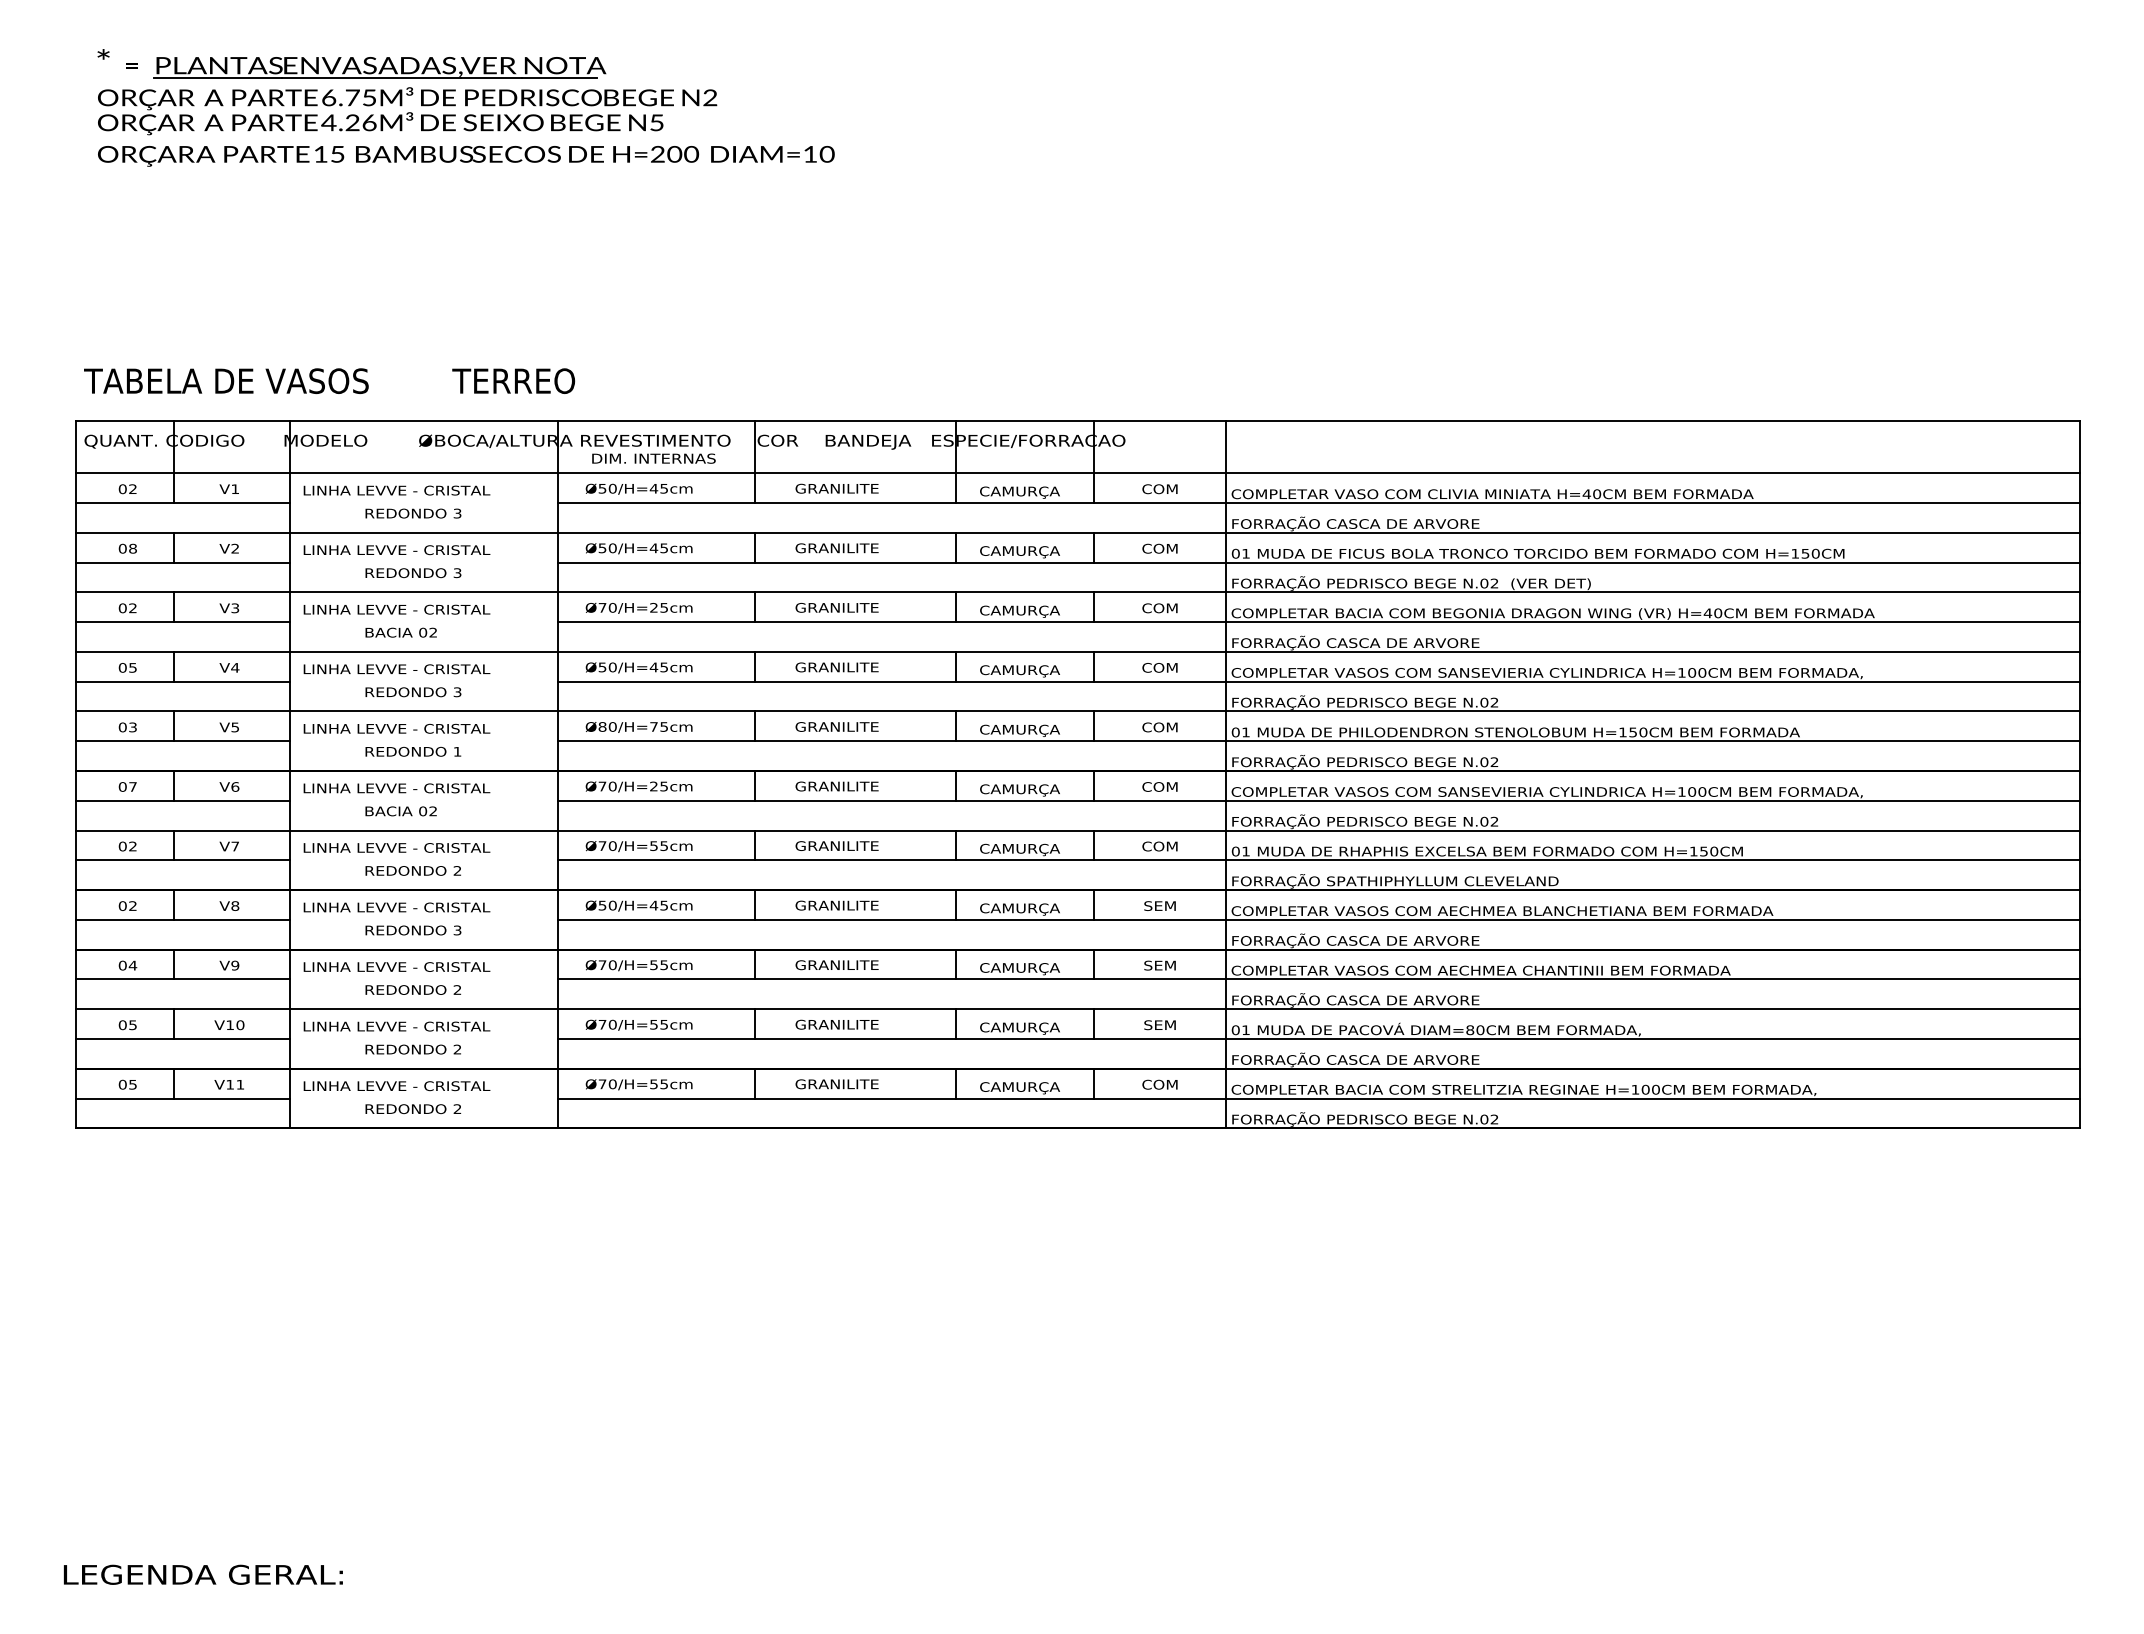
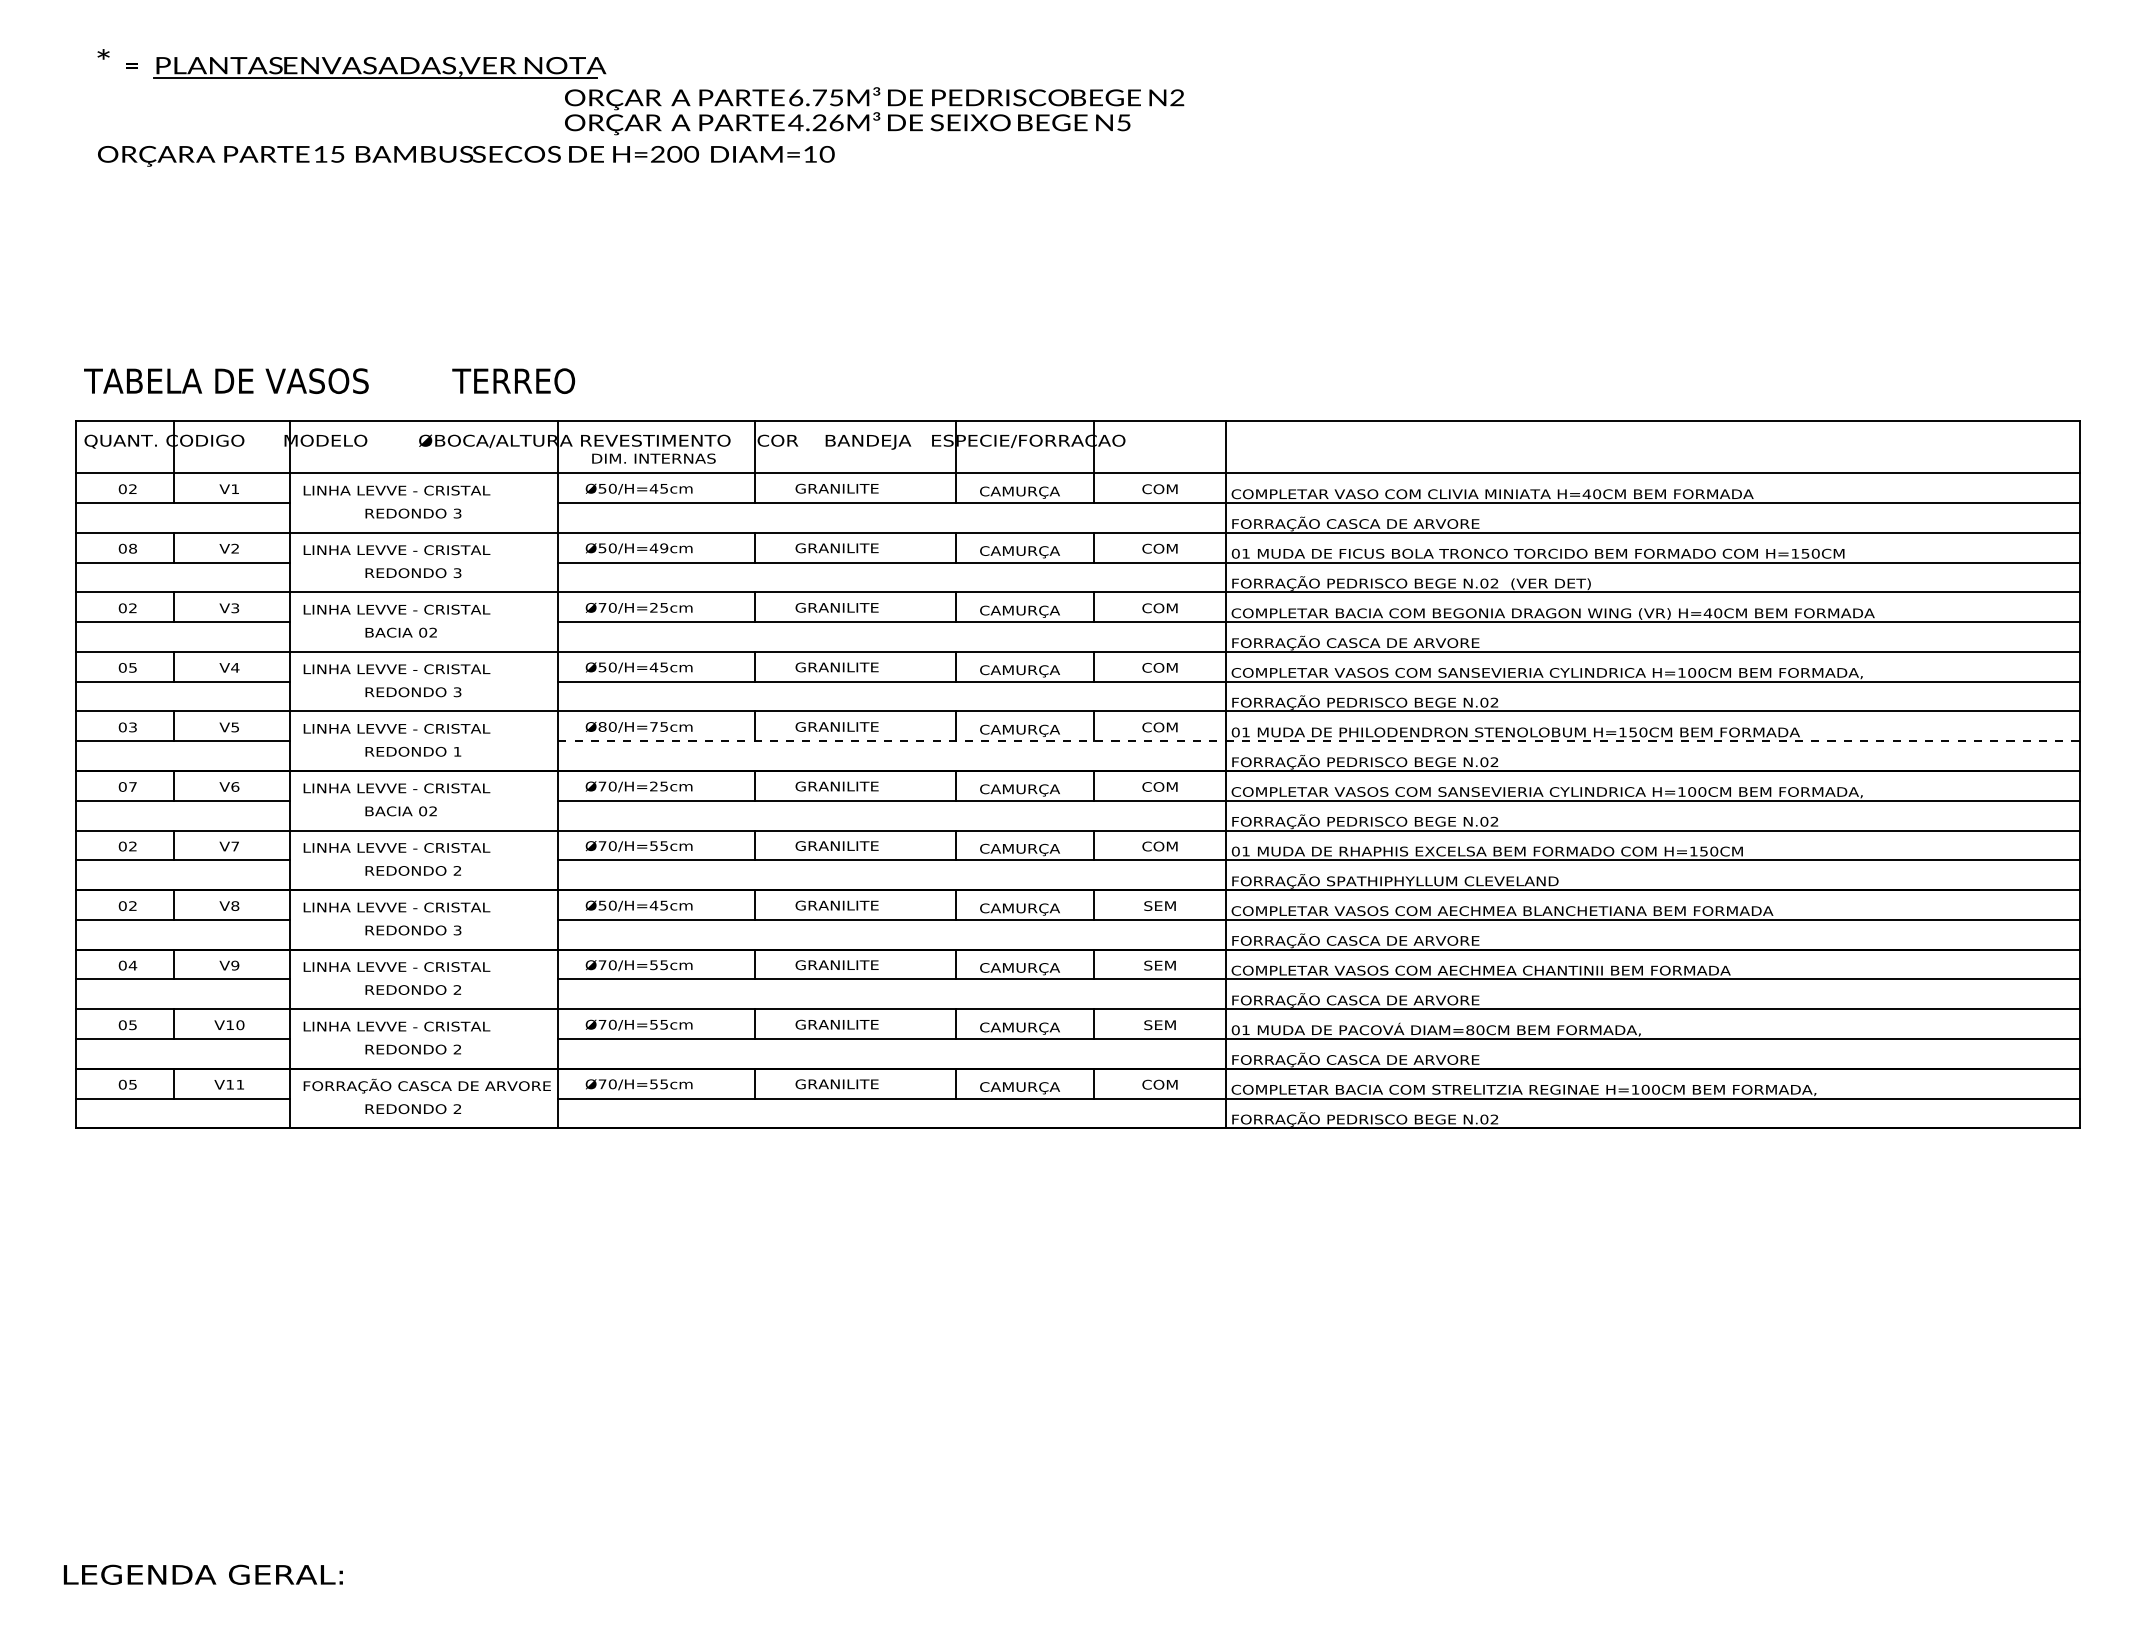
text at (407, 111) position: (407, 111) -> (874, 111)
text at (664, 547): Ø50/H=45cm -> Ø50/H=49cm
line at (1318, 741): solid -> dashed
text at (427, 1085): LINHA LEVVE - CRISTAL -> FORRAÇÃO CASCA DE ARVORE
